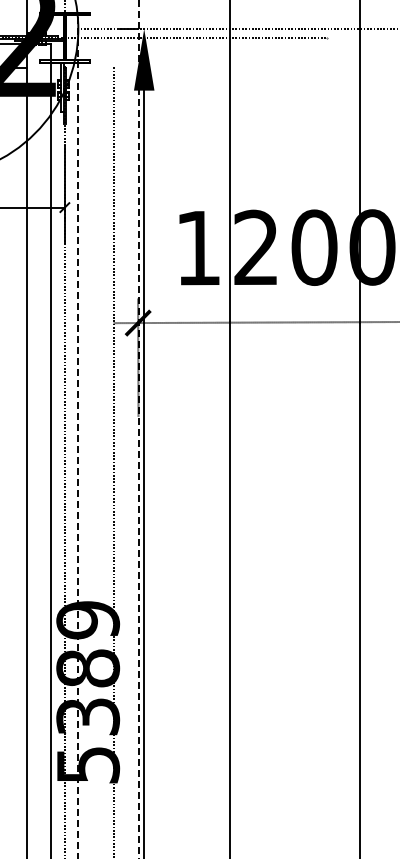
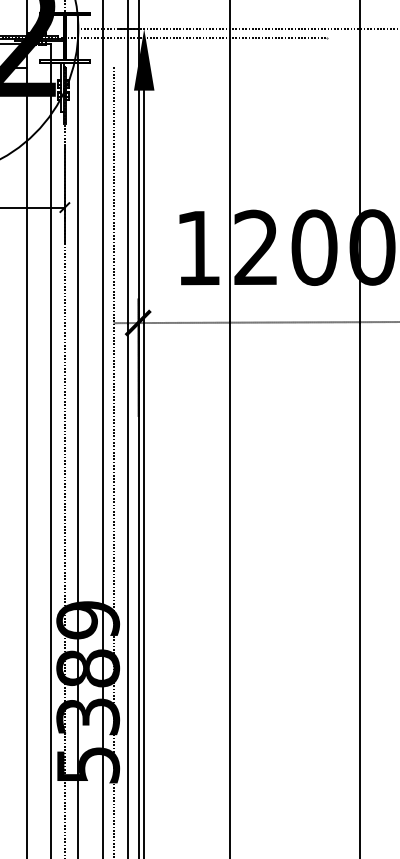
line at (102, 428): none -> present
line at (127, 428): none -> present
line at (138, 429): dashed -> solid
line at (78, 437): dashed -> solid
